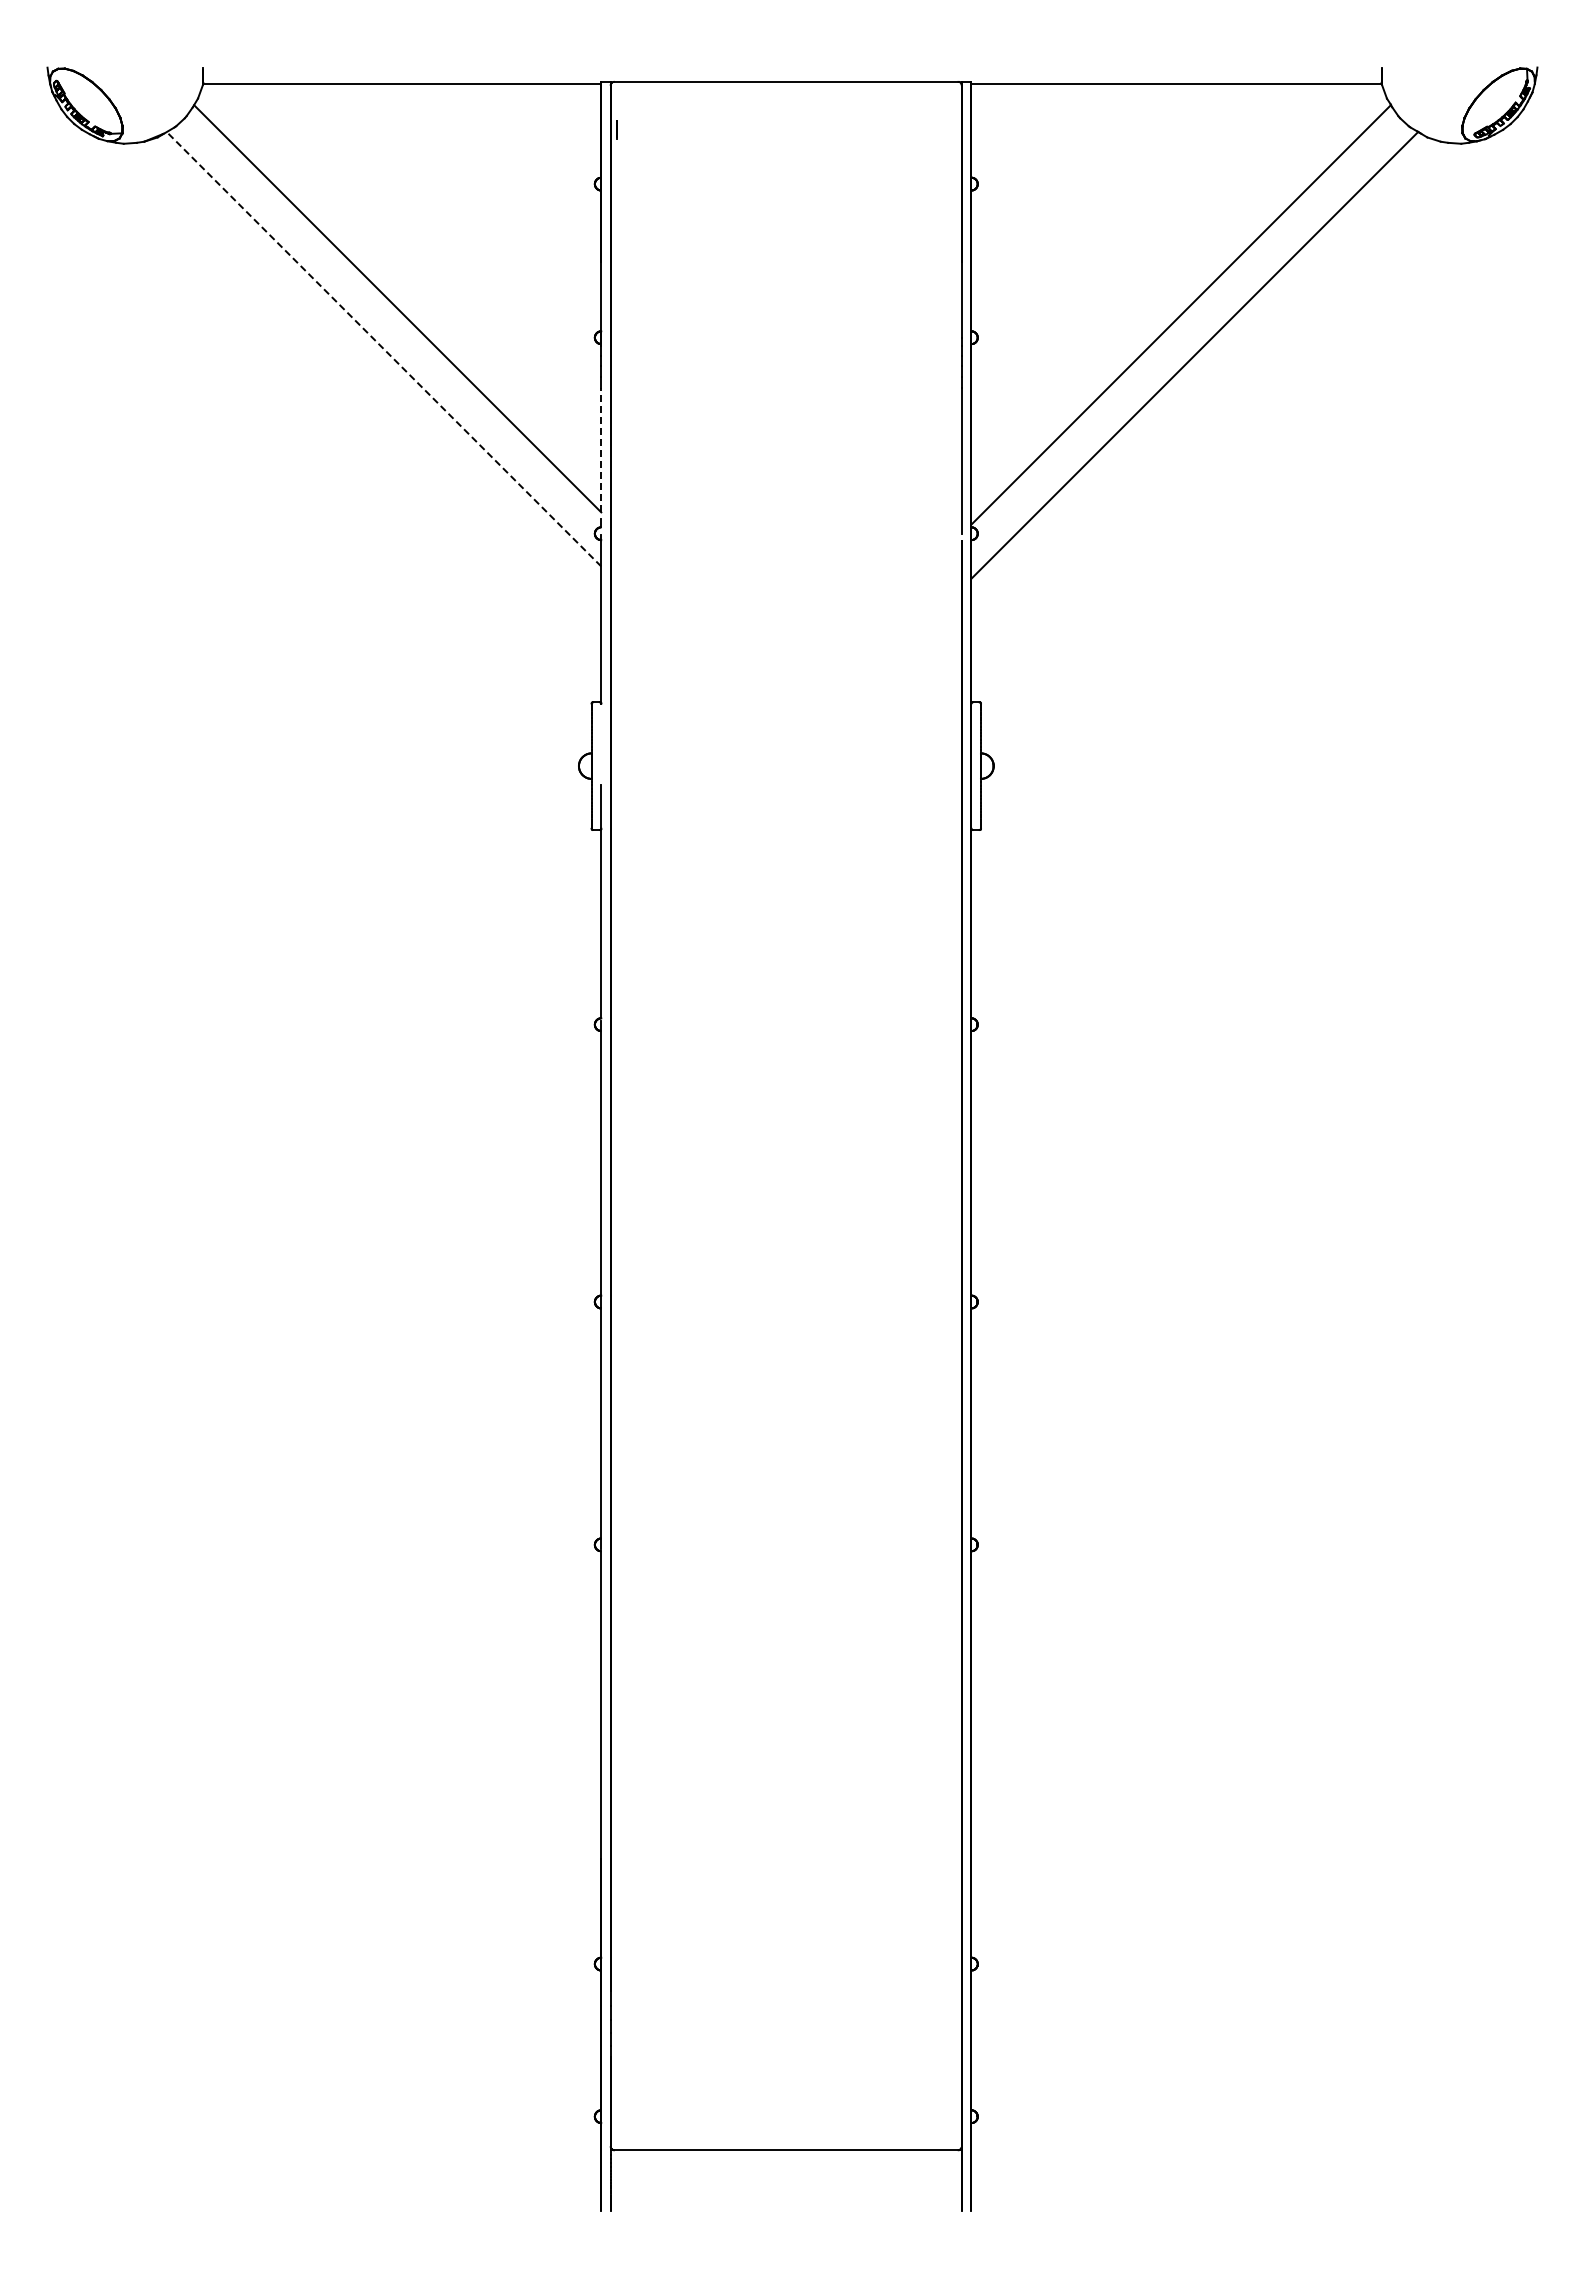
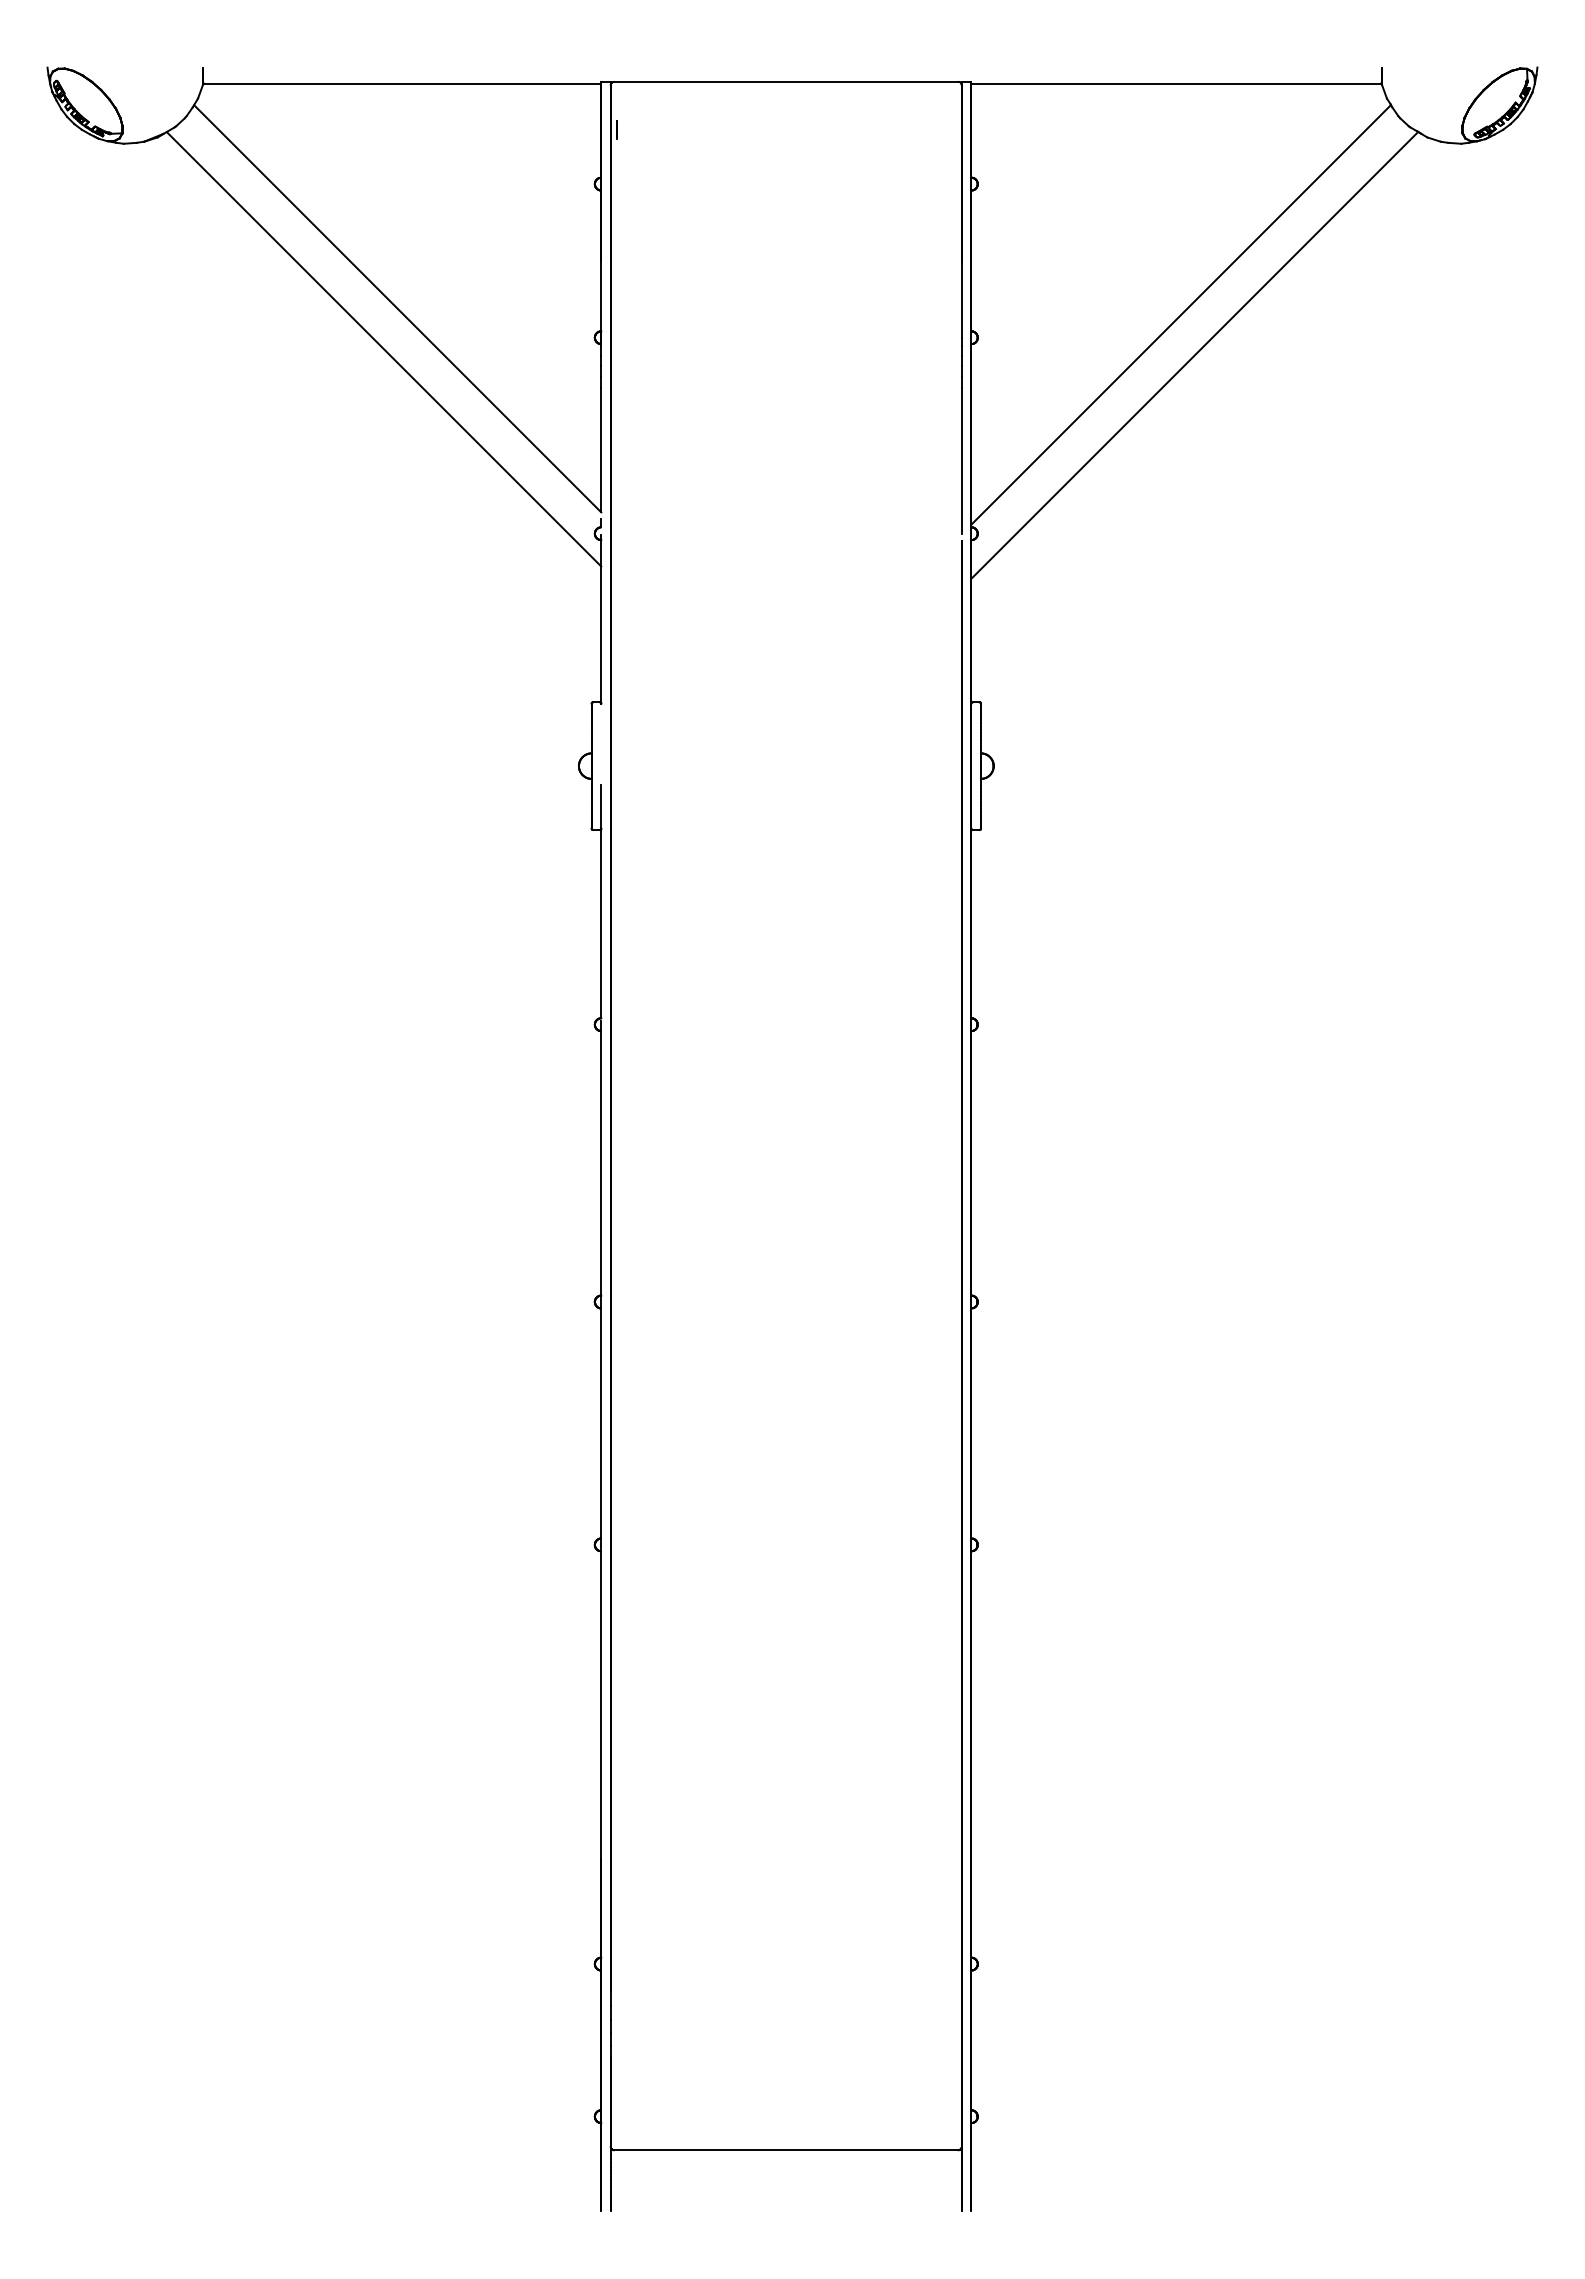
line at (383, 348): dashed -> solid
line at (601, 449): dashed -> solid
